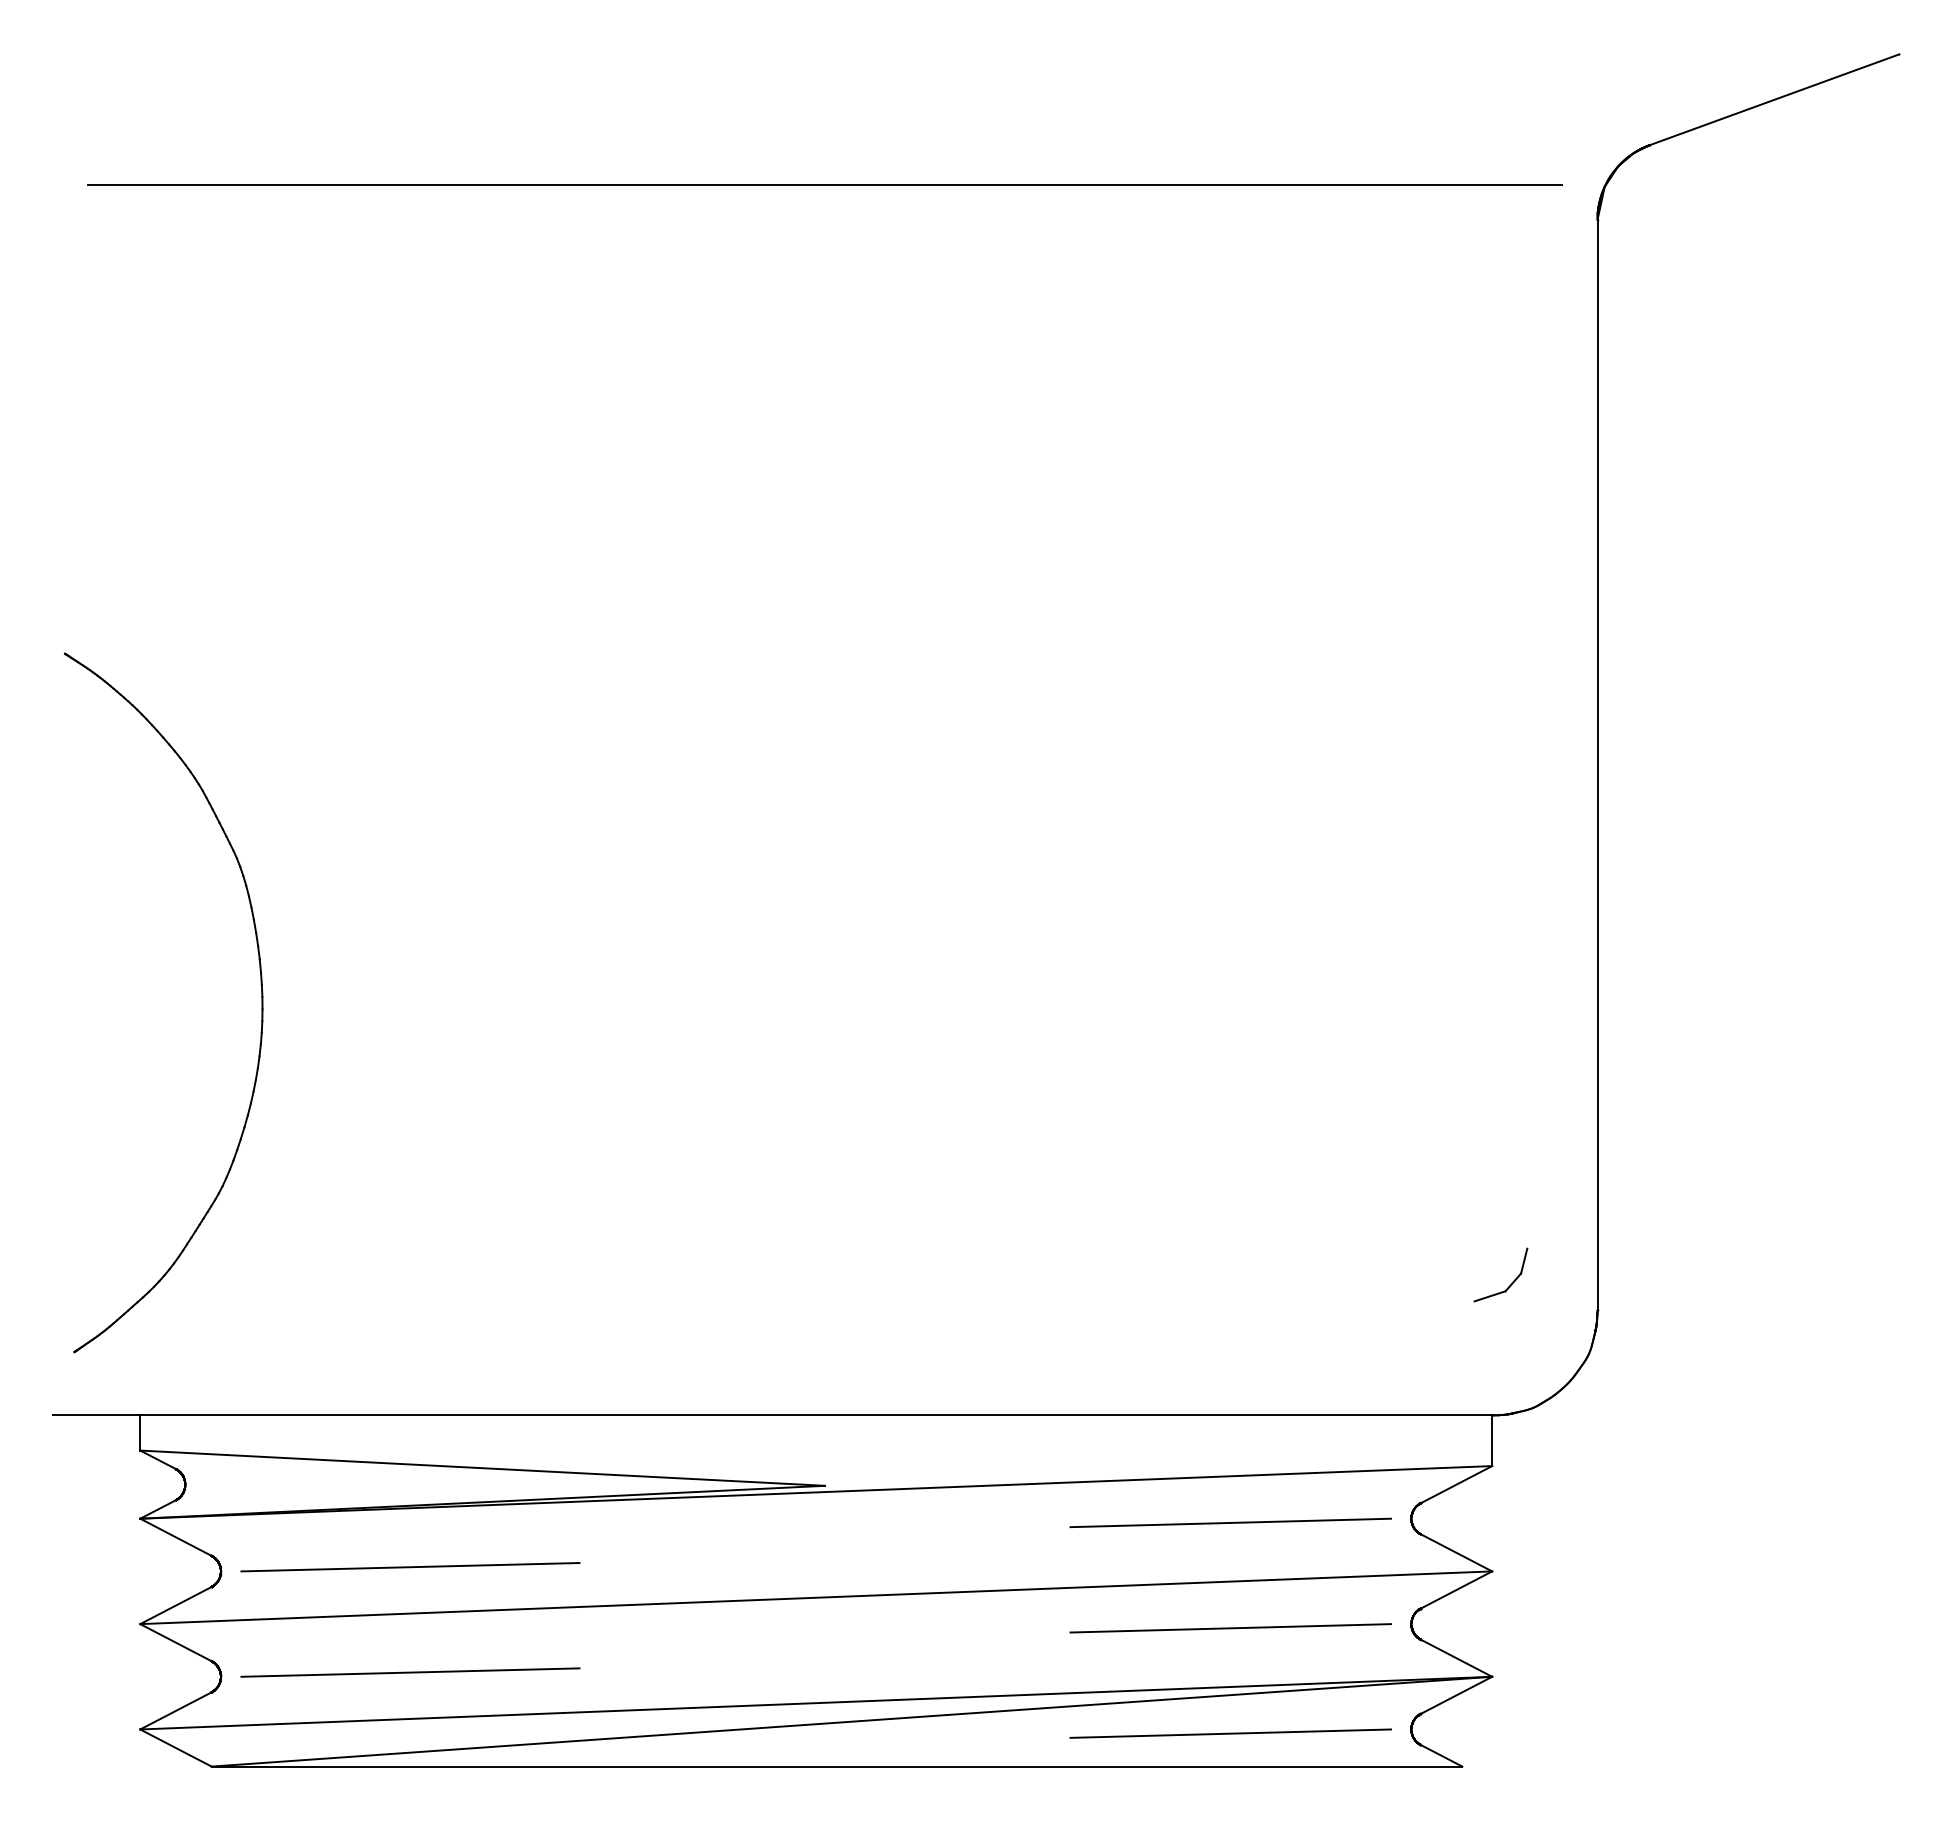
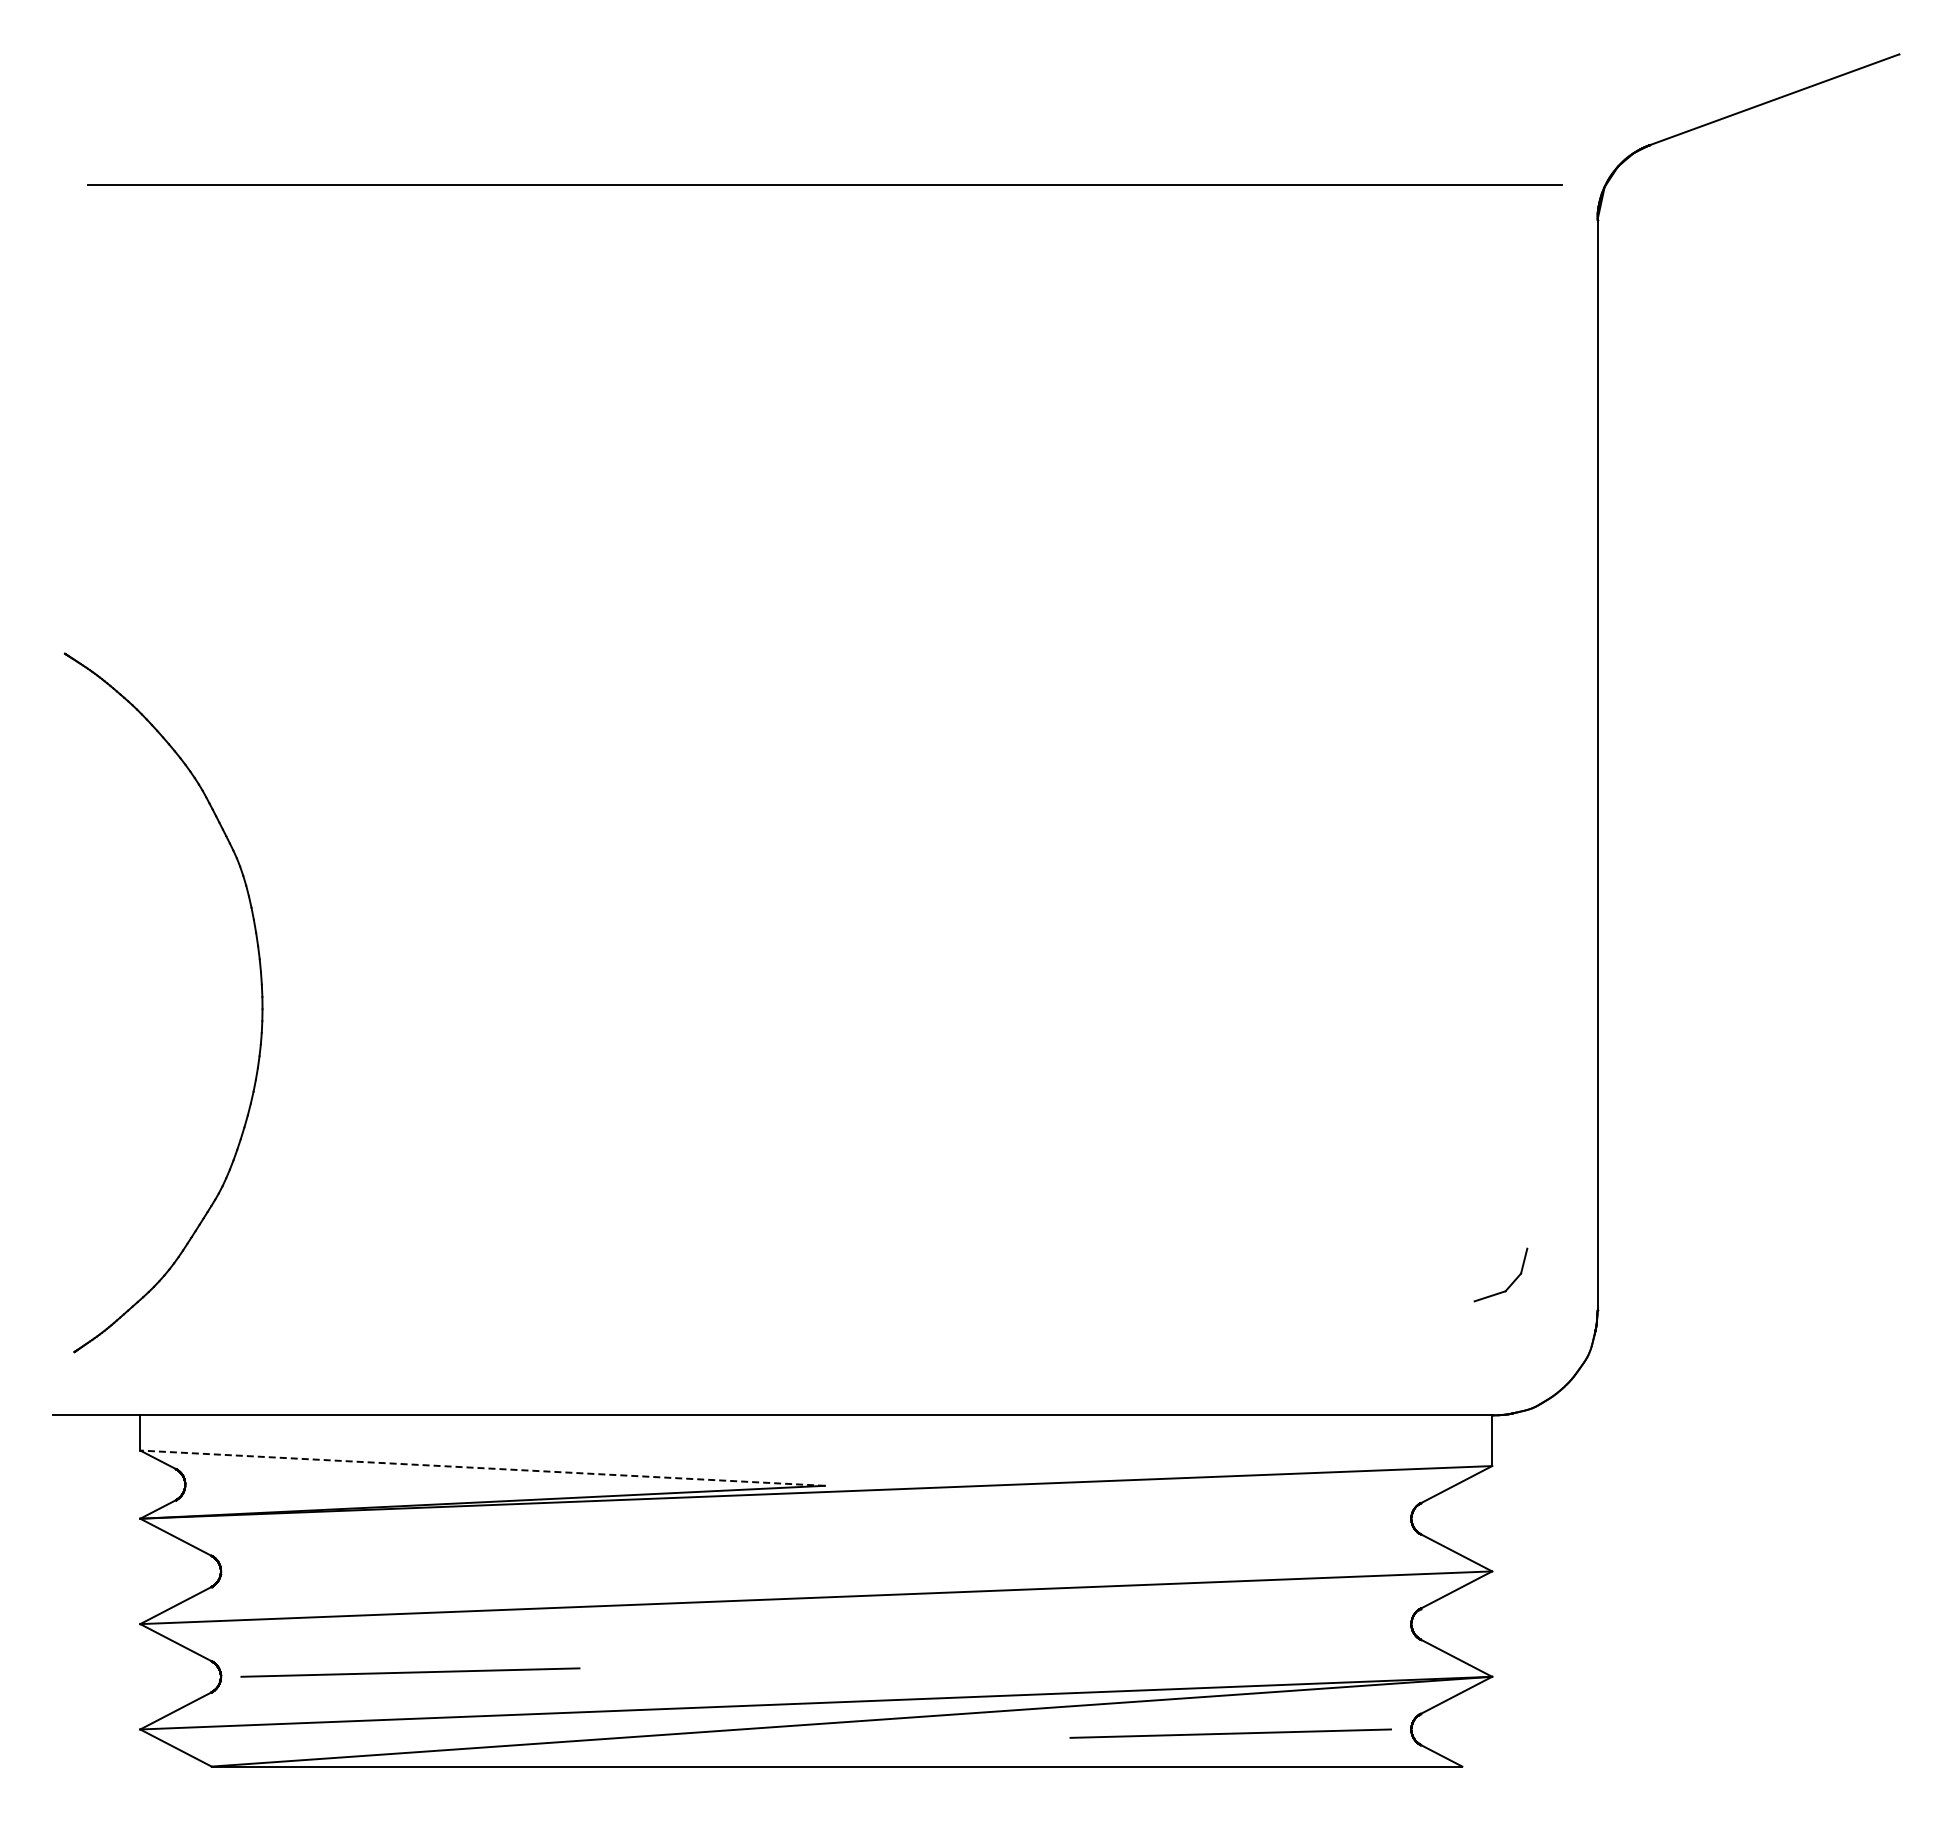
line at (482, 1468): solid -> dashed
line at (1230, 1522): present -> none
line at (410, 1567): present -> none
line at (1230, 1628): present -> none
